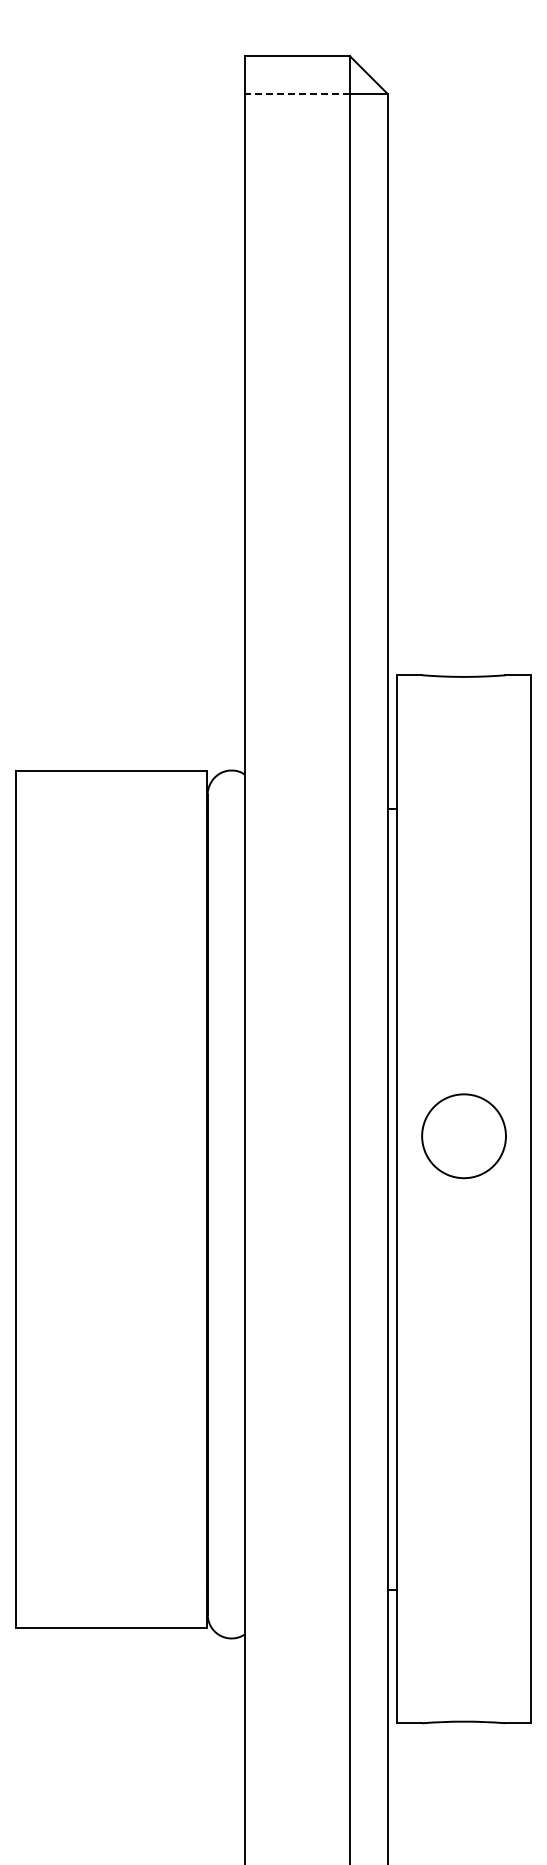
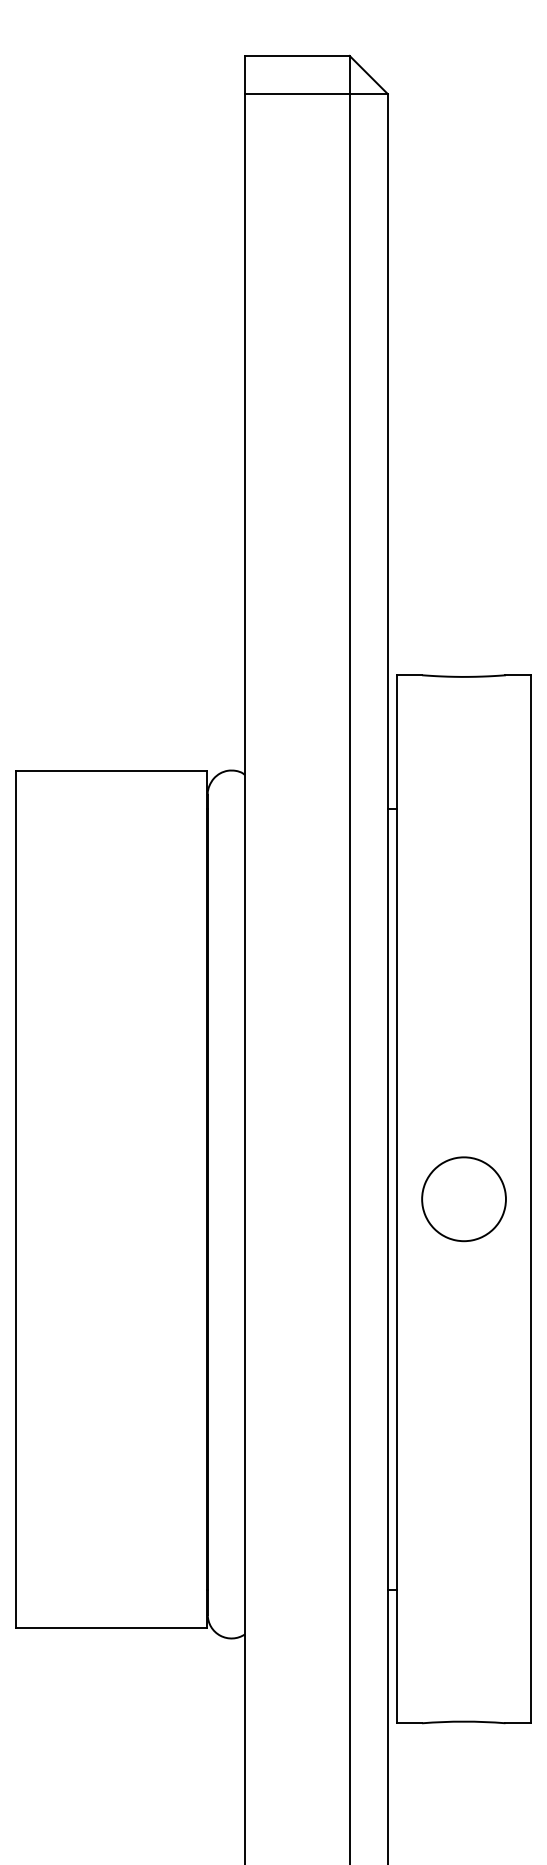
line at (296, 94): dashed -> solid
part at (463, 1136) position: (463, 1136) -> (463, 1199)
